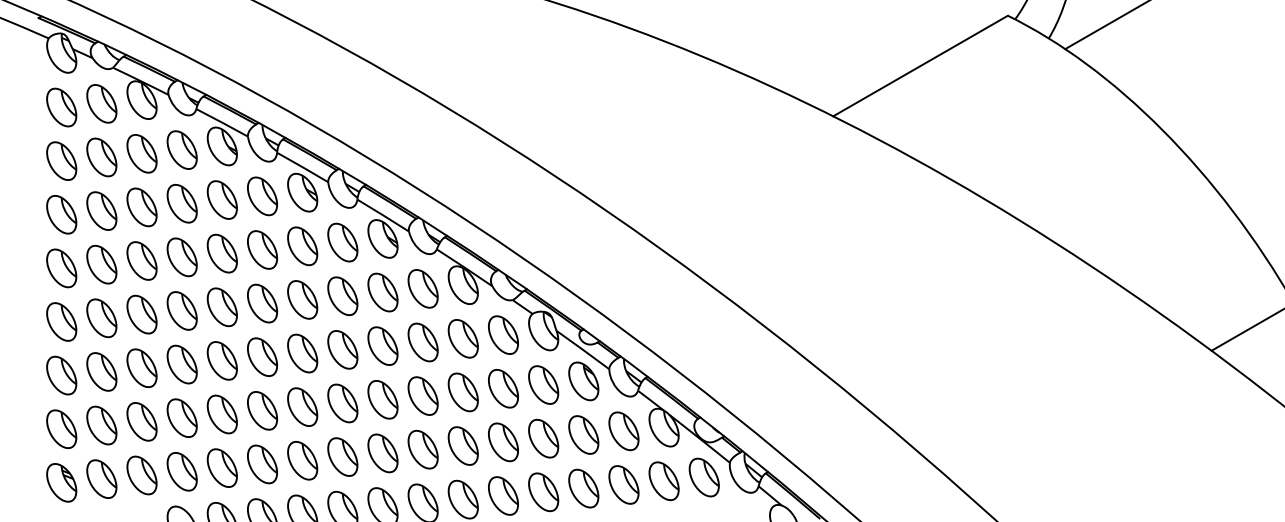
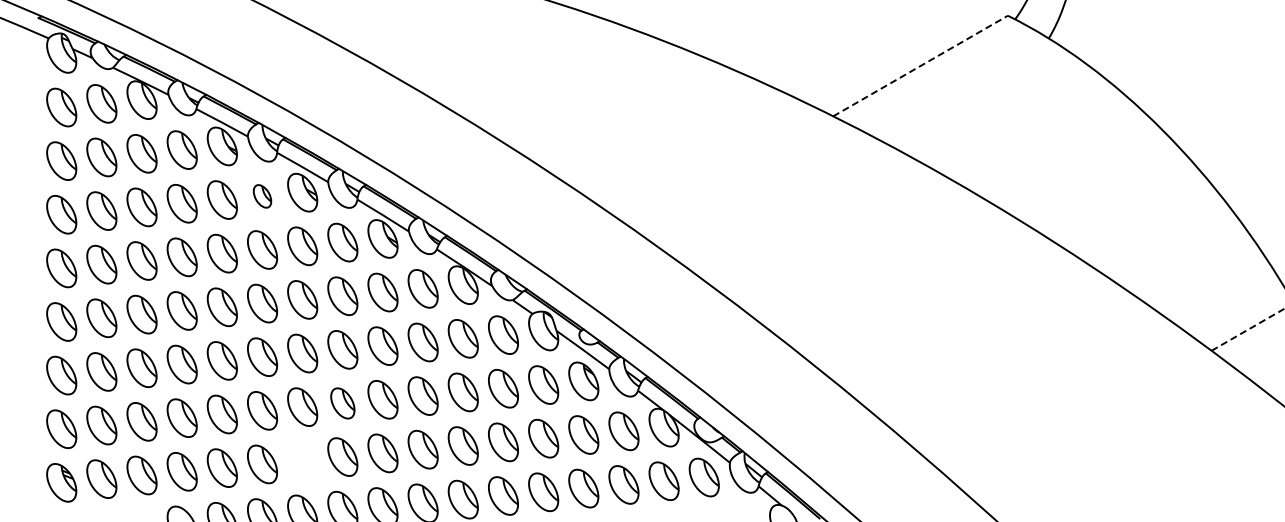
line at (1105, 25): present -> none
line at (920, 66): solid -> dashed
part at (262, 196) size: 31x41 px -> 20x25 px
line at (1248, 329): solid -> dashed
part at (342, 403) size: 32x41 px -> 26x33 px
part at (302, 460): present -> none
